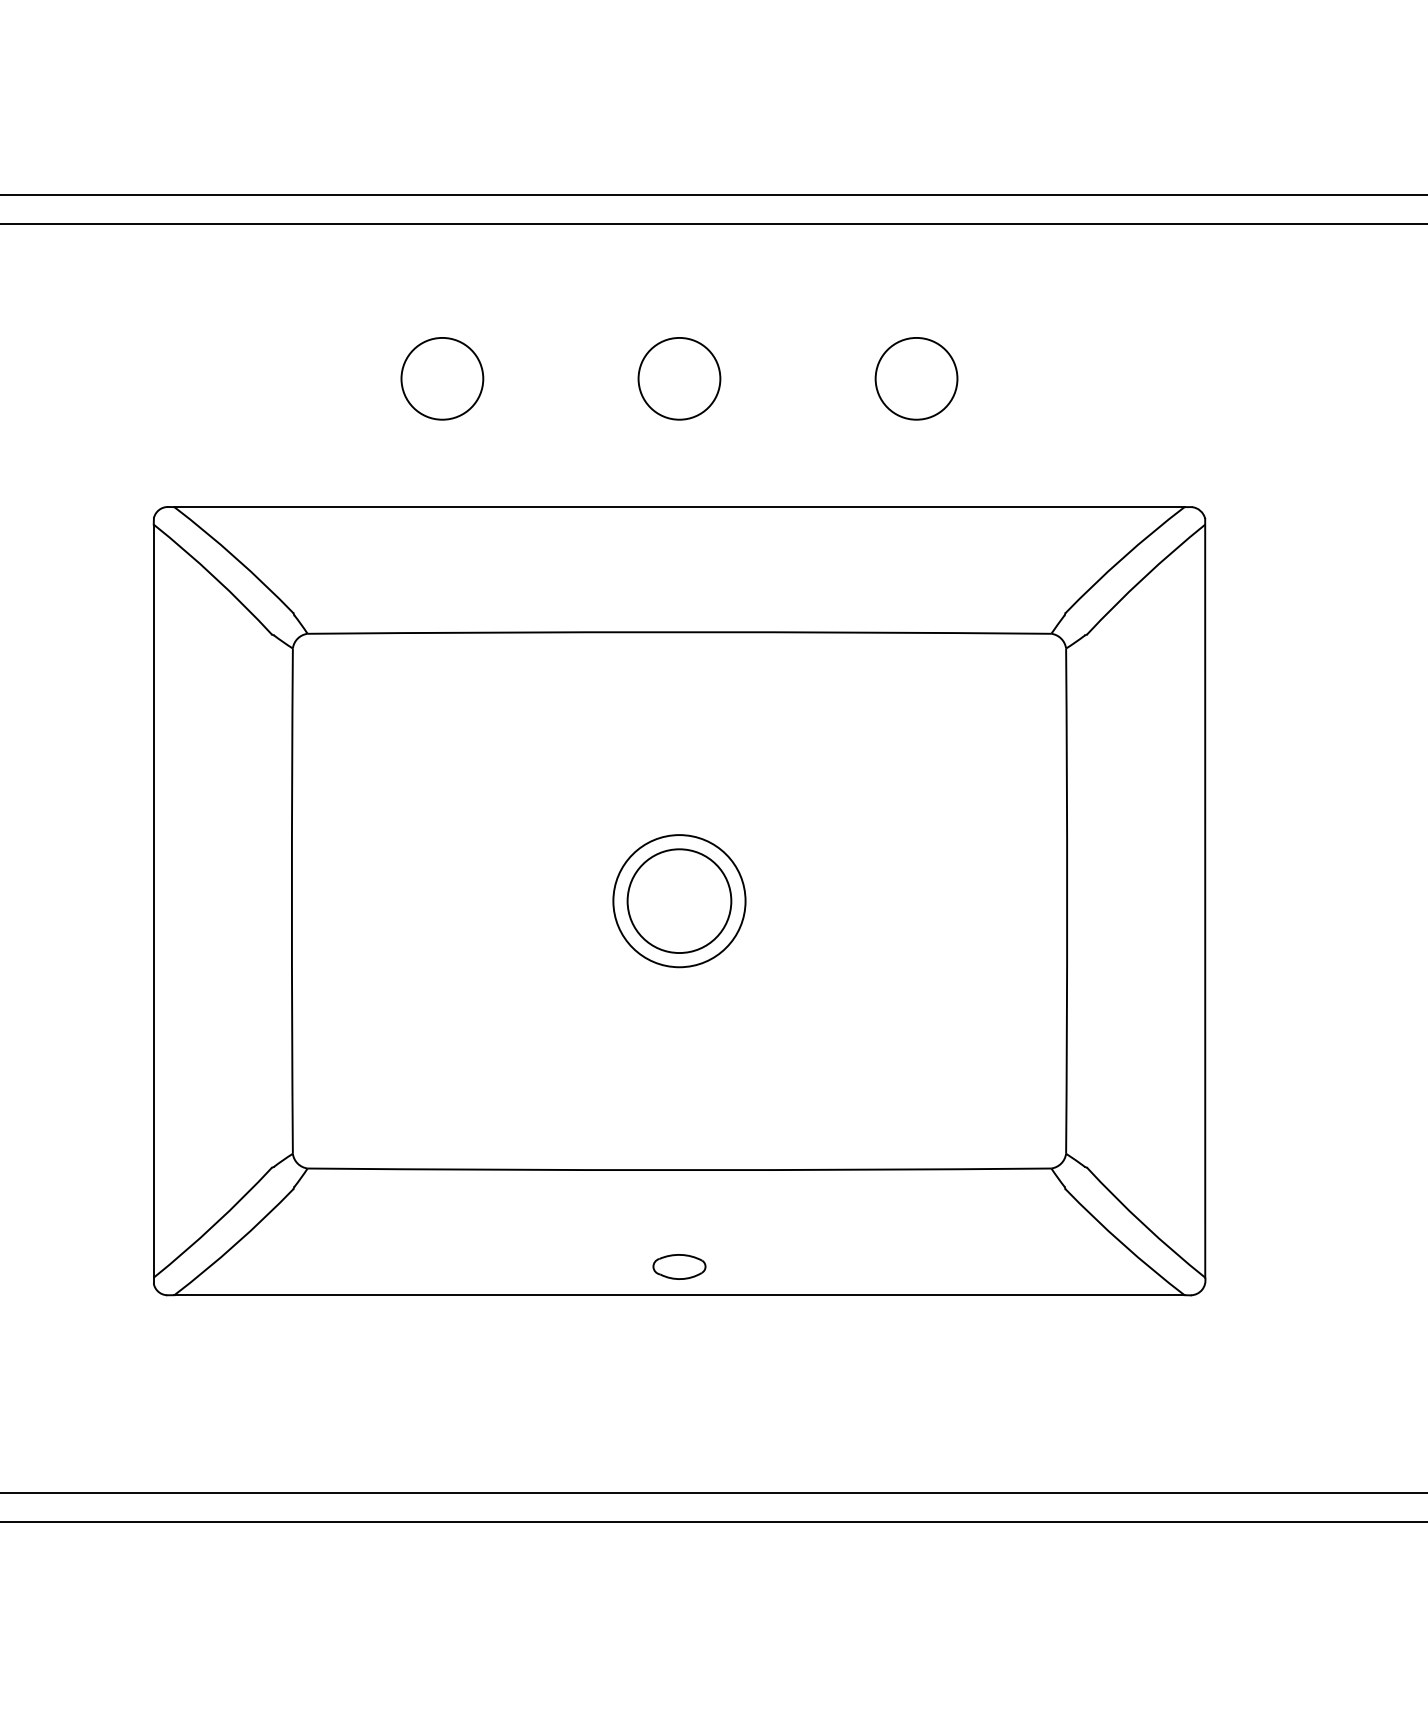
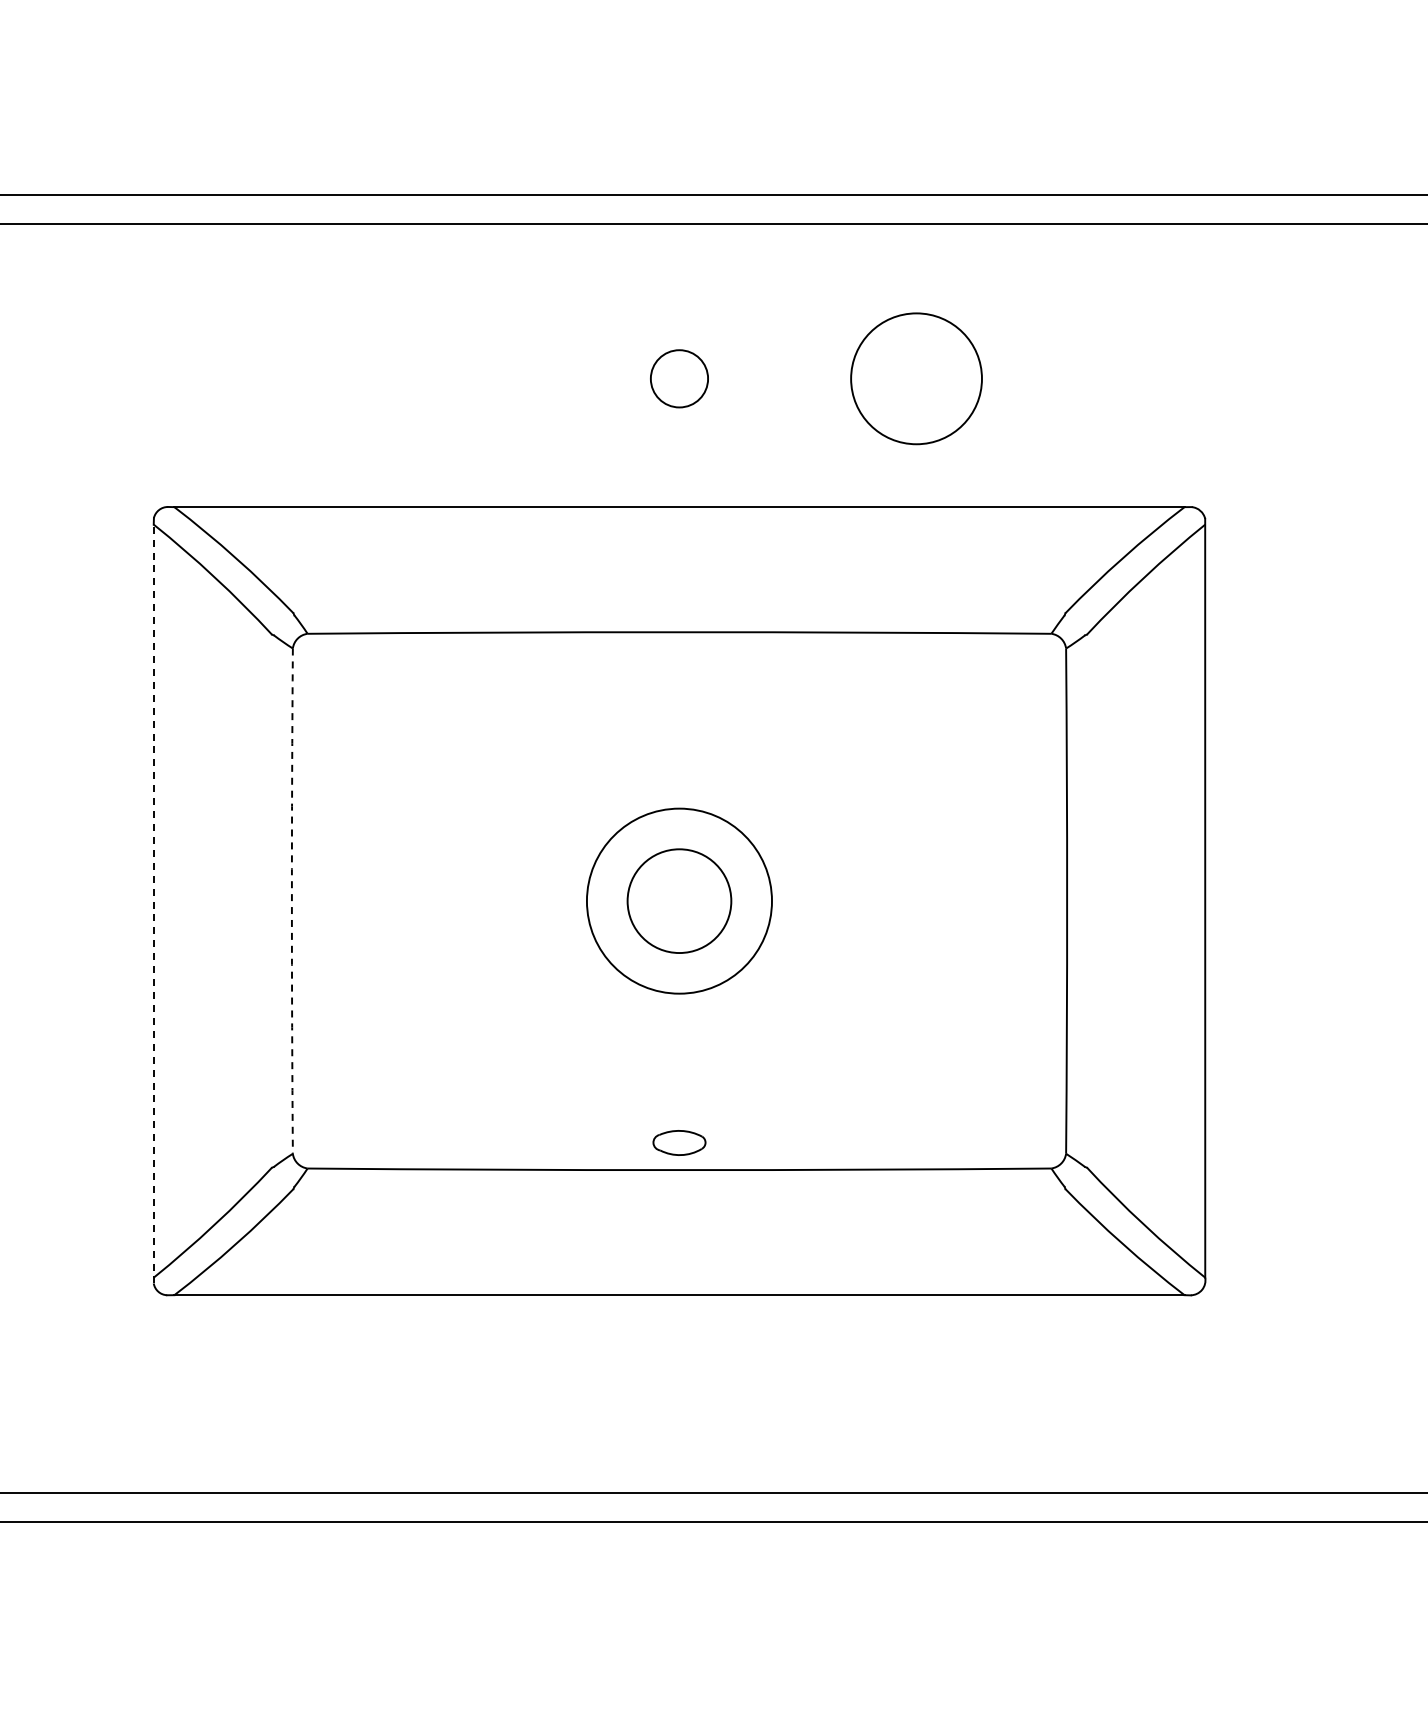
circle at (442, 378): present -> none
circle at (679, 378) diameter: 82 px -> 57 px
circle at (916, 378) diameter: 82 px -> 131 px
arc at (291, 901): solid -> dashed
circle at (679, 901) diameter: 132 px -> 185 px
line at (153, 903): solid -> dashed
part at (679, 1266) position: (679, 1266) -> (679, 1142)
